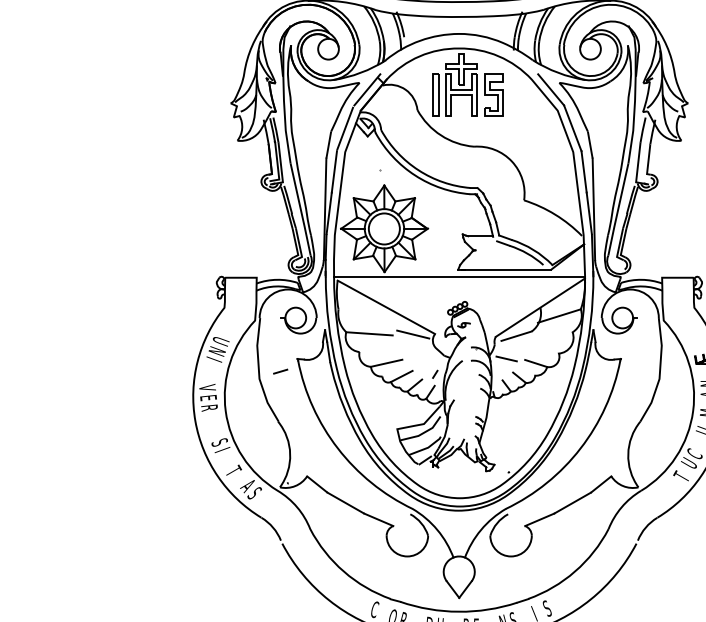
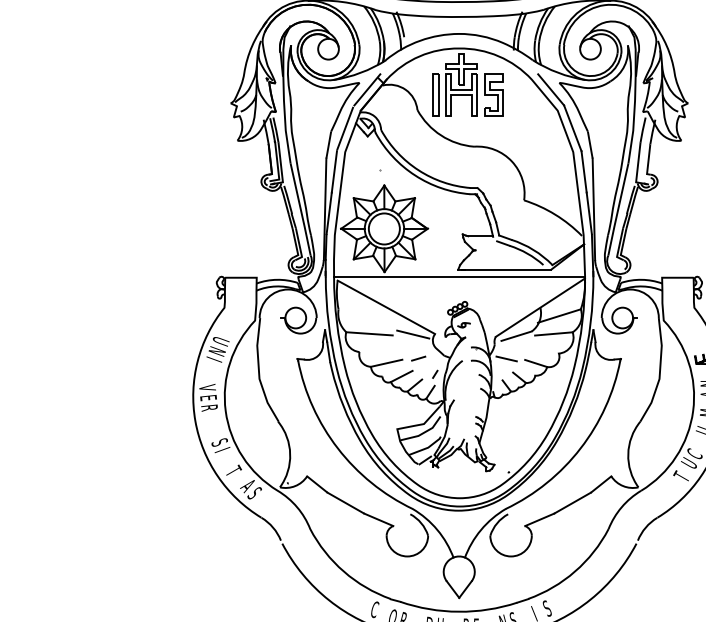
line at (553, 333): none -> present
line at (280, 371) position: (280, 371) -> (418, 358)
